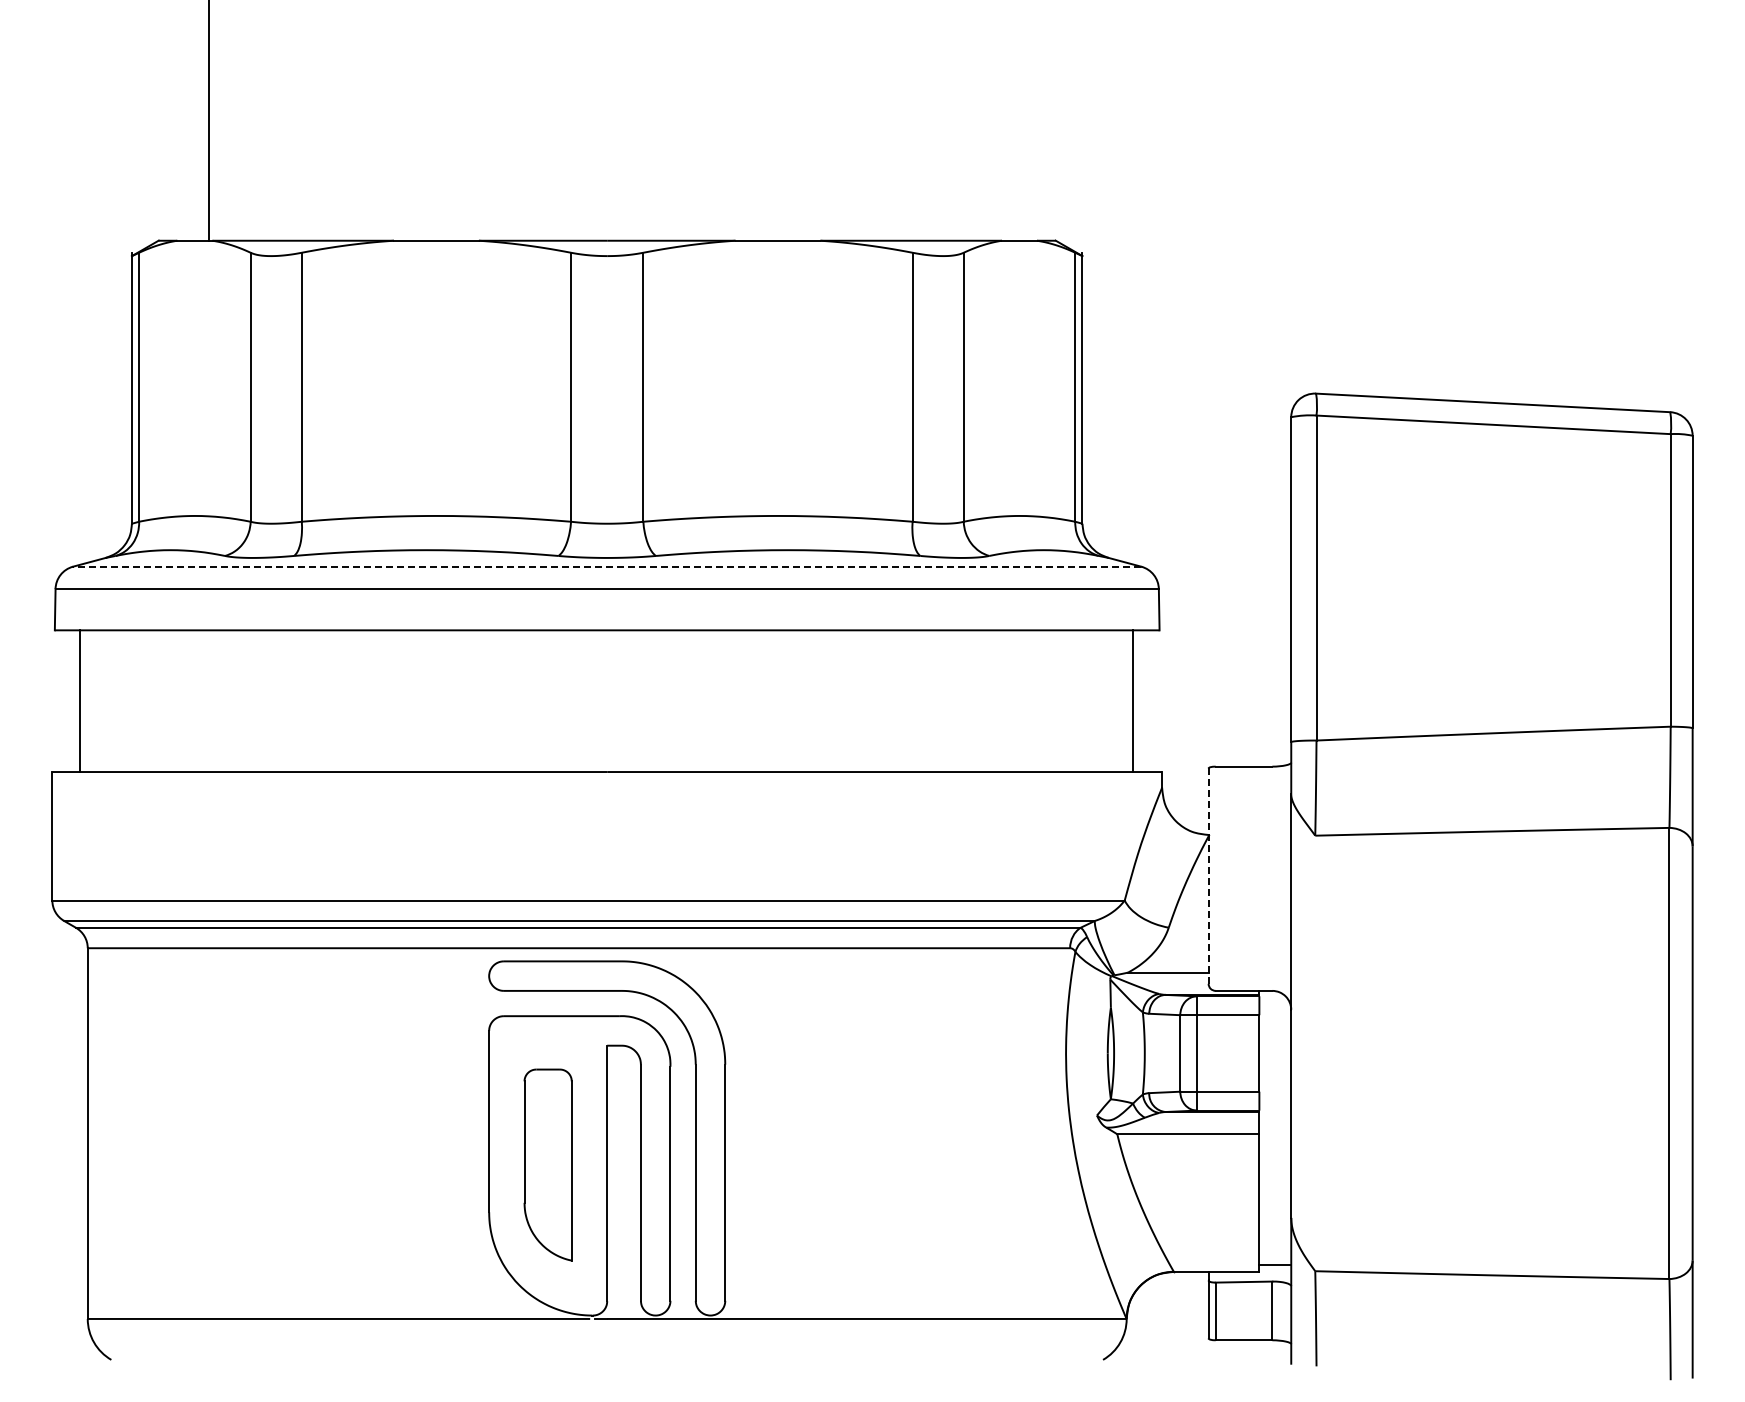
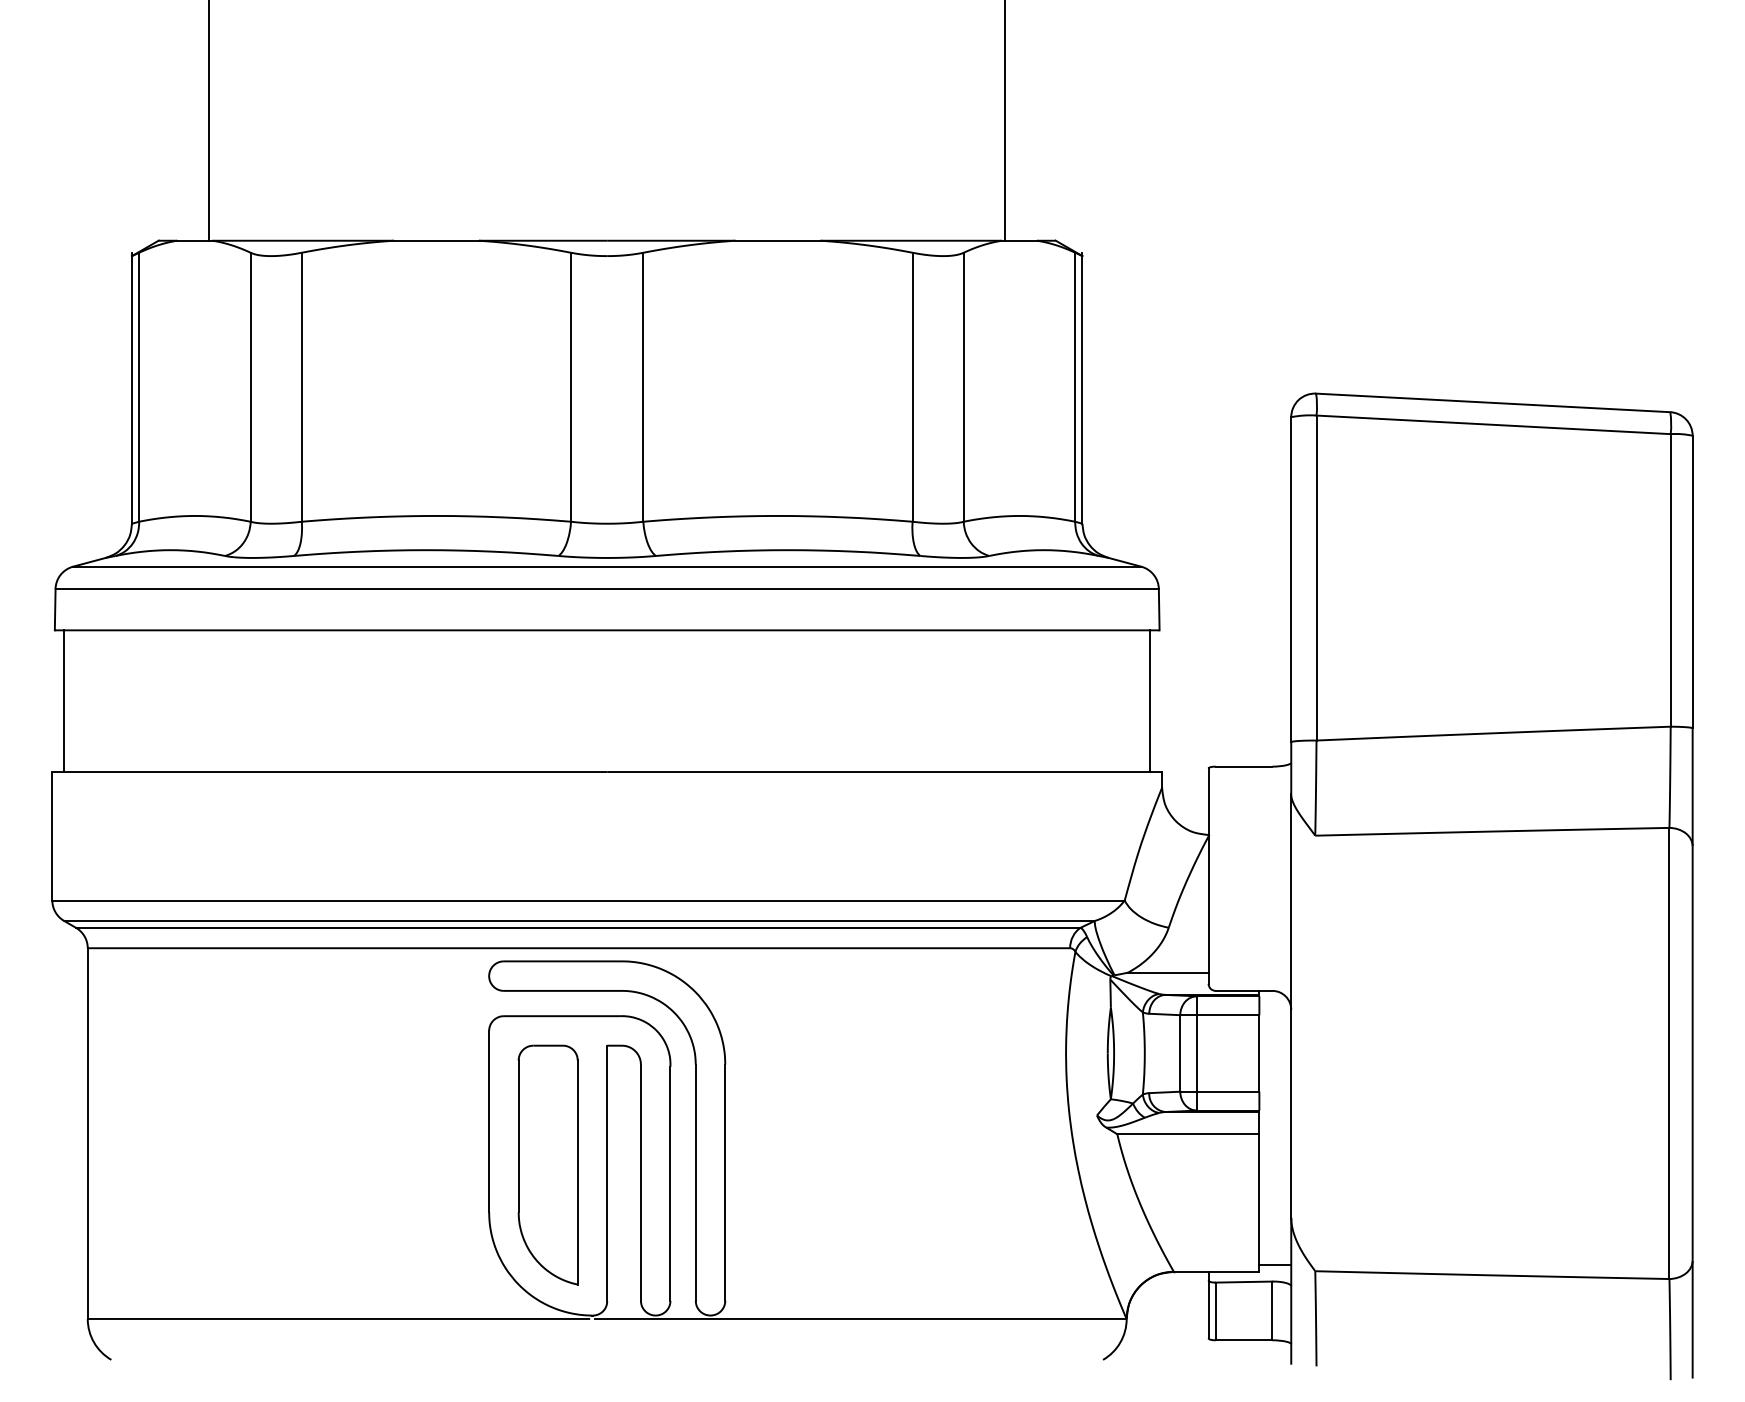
line at (1005, 121): none -> present
line at (606, 566): dashed -> solid
line at (80, 701) position: (80, 701) -> (64, 701)
line at (1133, 701) position: (1133, 701) -> (1150, 701)
line at (1208, 876): dashed -> solid
part at (547, 1164) size: 50x194 px -> 62x242 px
